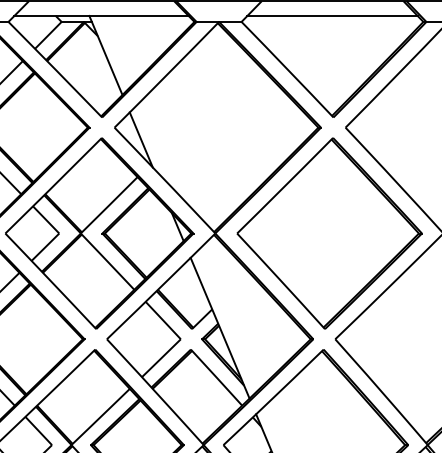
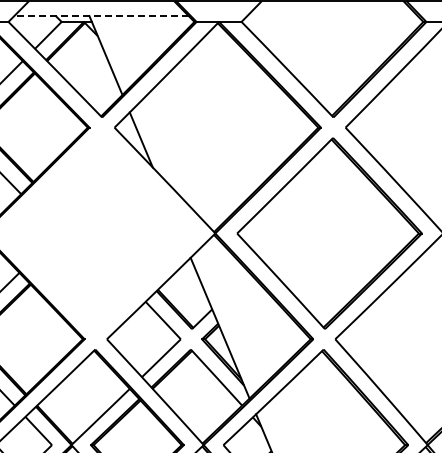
line at (101, 16): solid -> dashed
line at (332, 16): present -> none
part at (99, 233): present -> none
